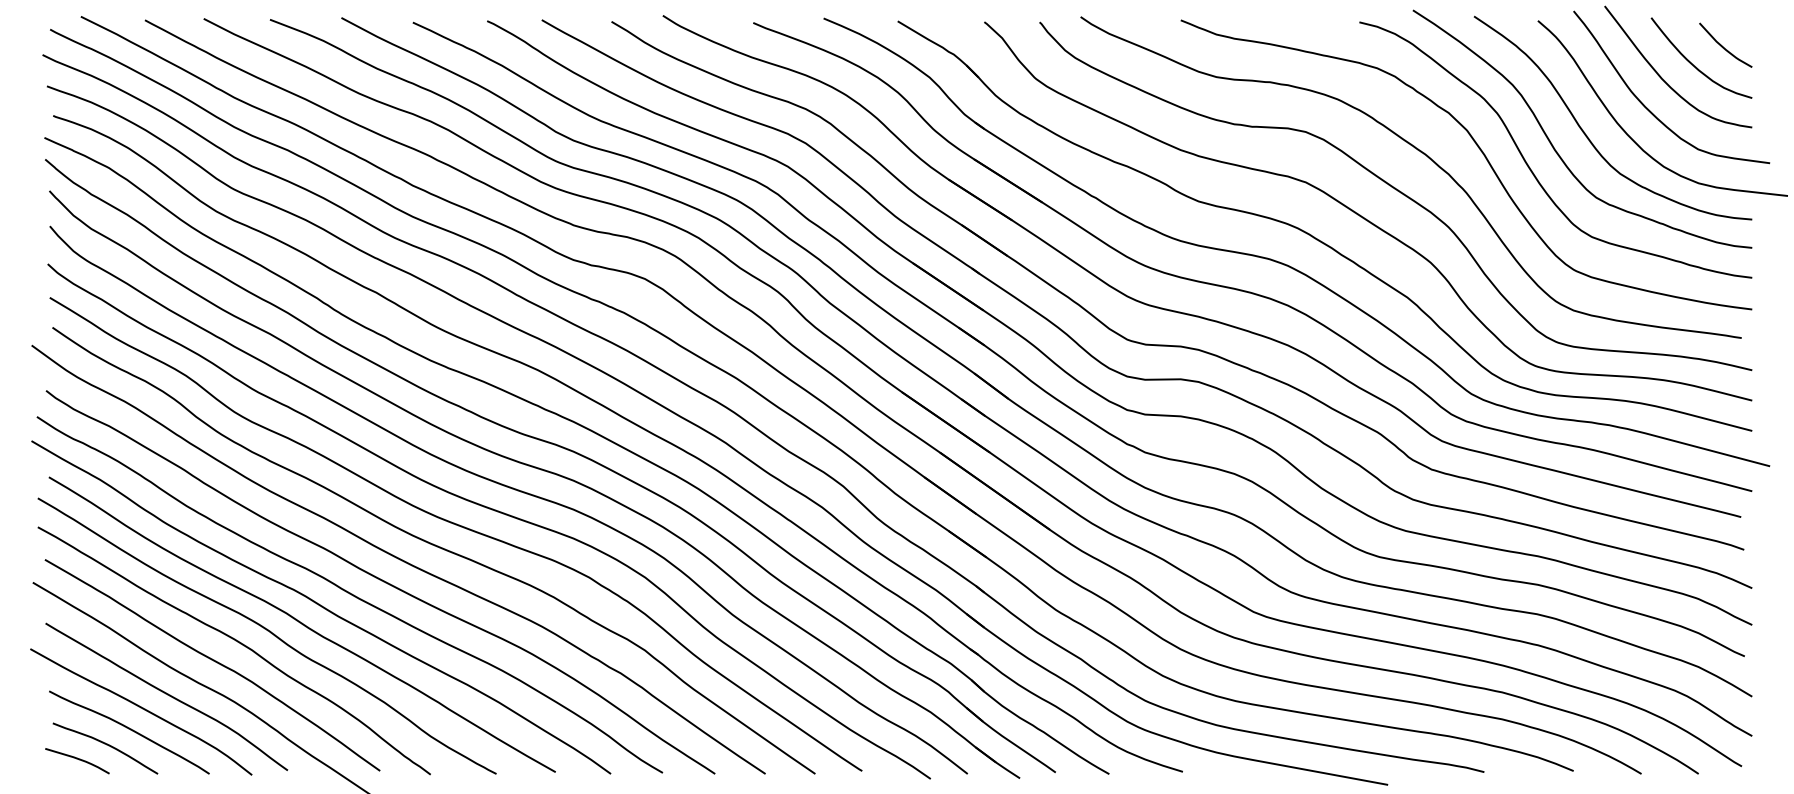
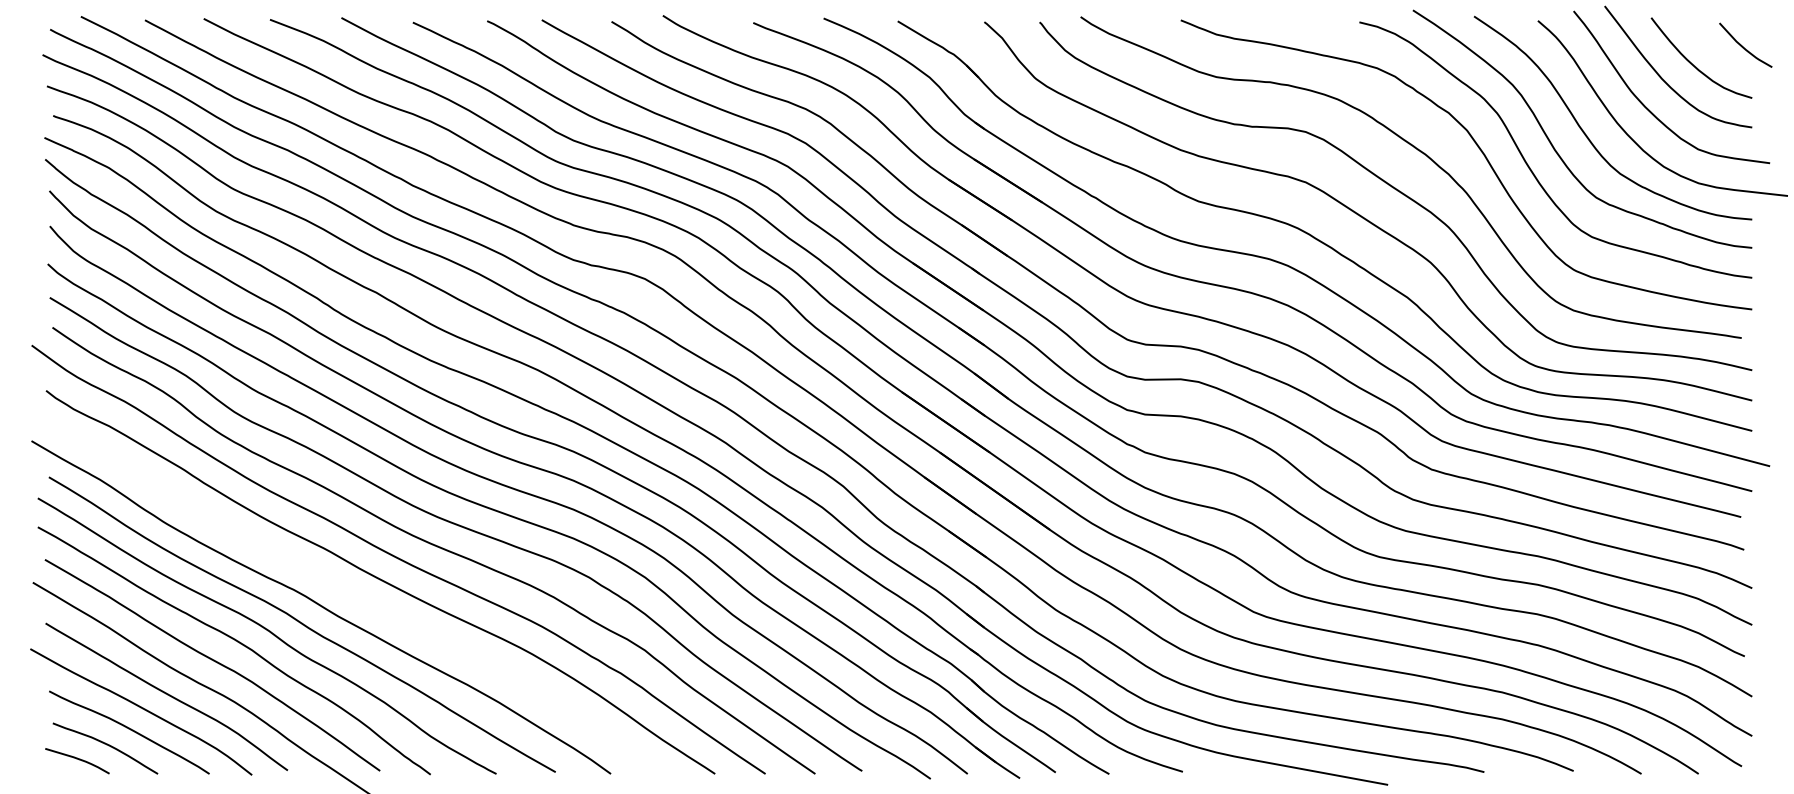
curve at (1723, 46) position: (1723, 46) -> (1743, 46)
curve at (349, 594): present -> none
